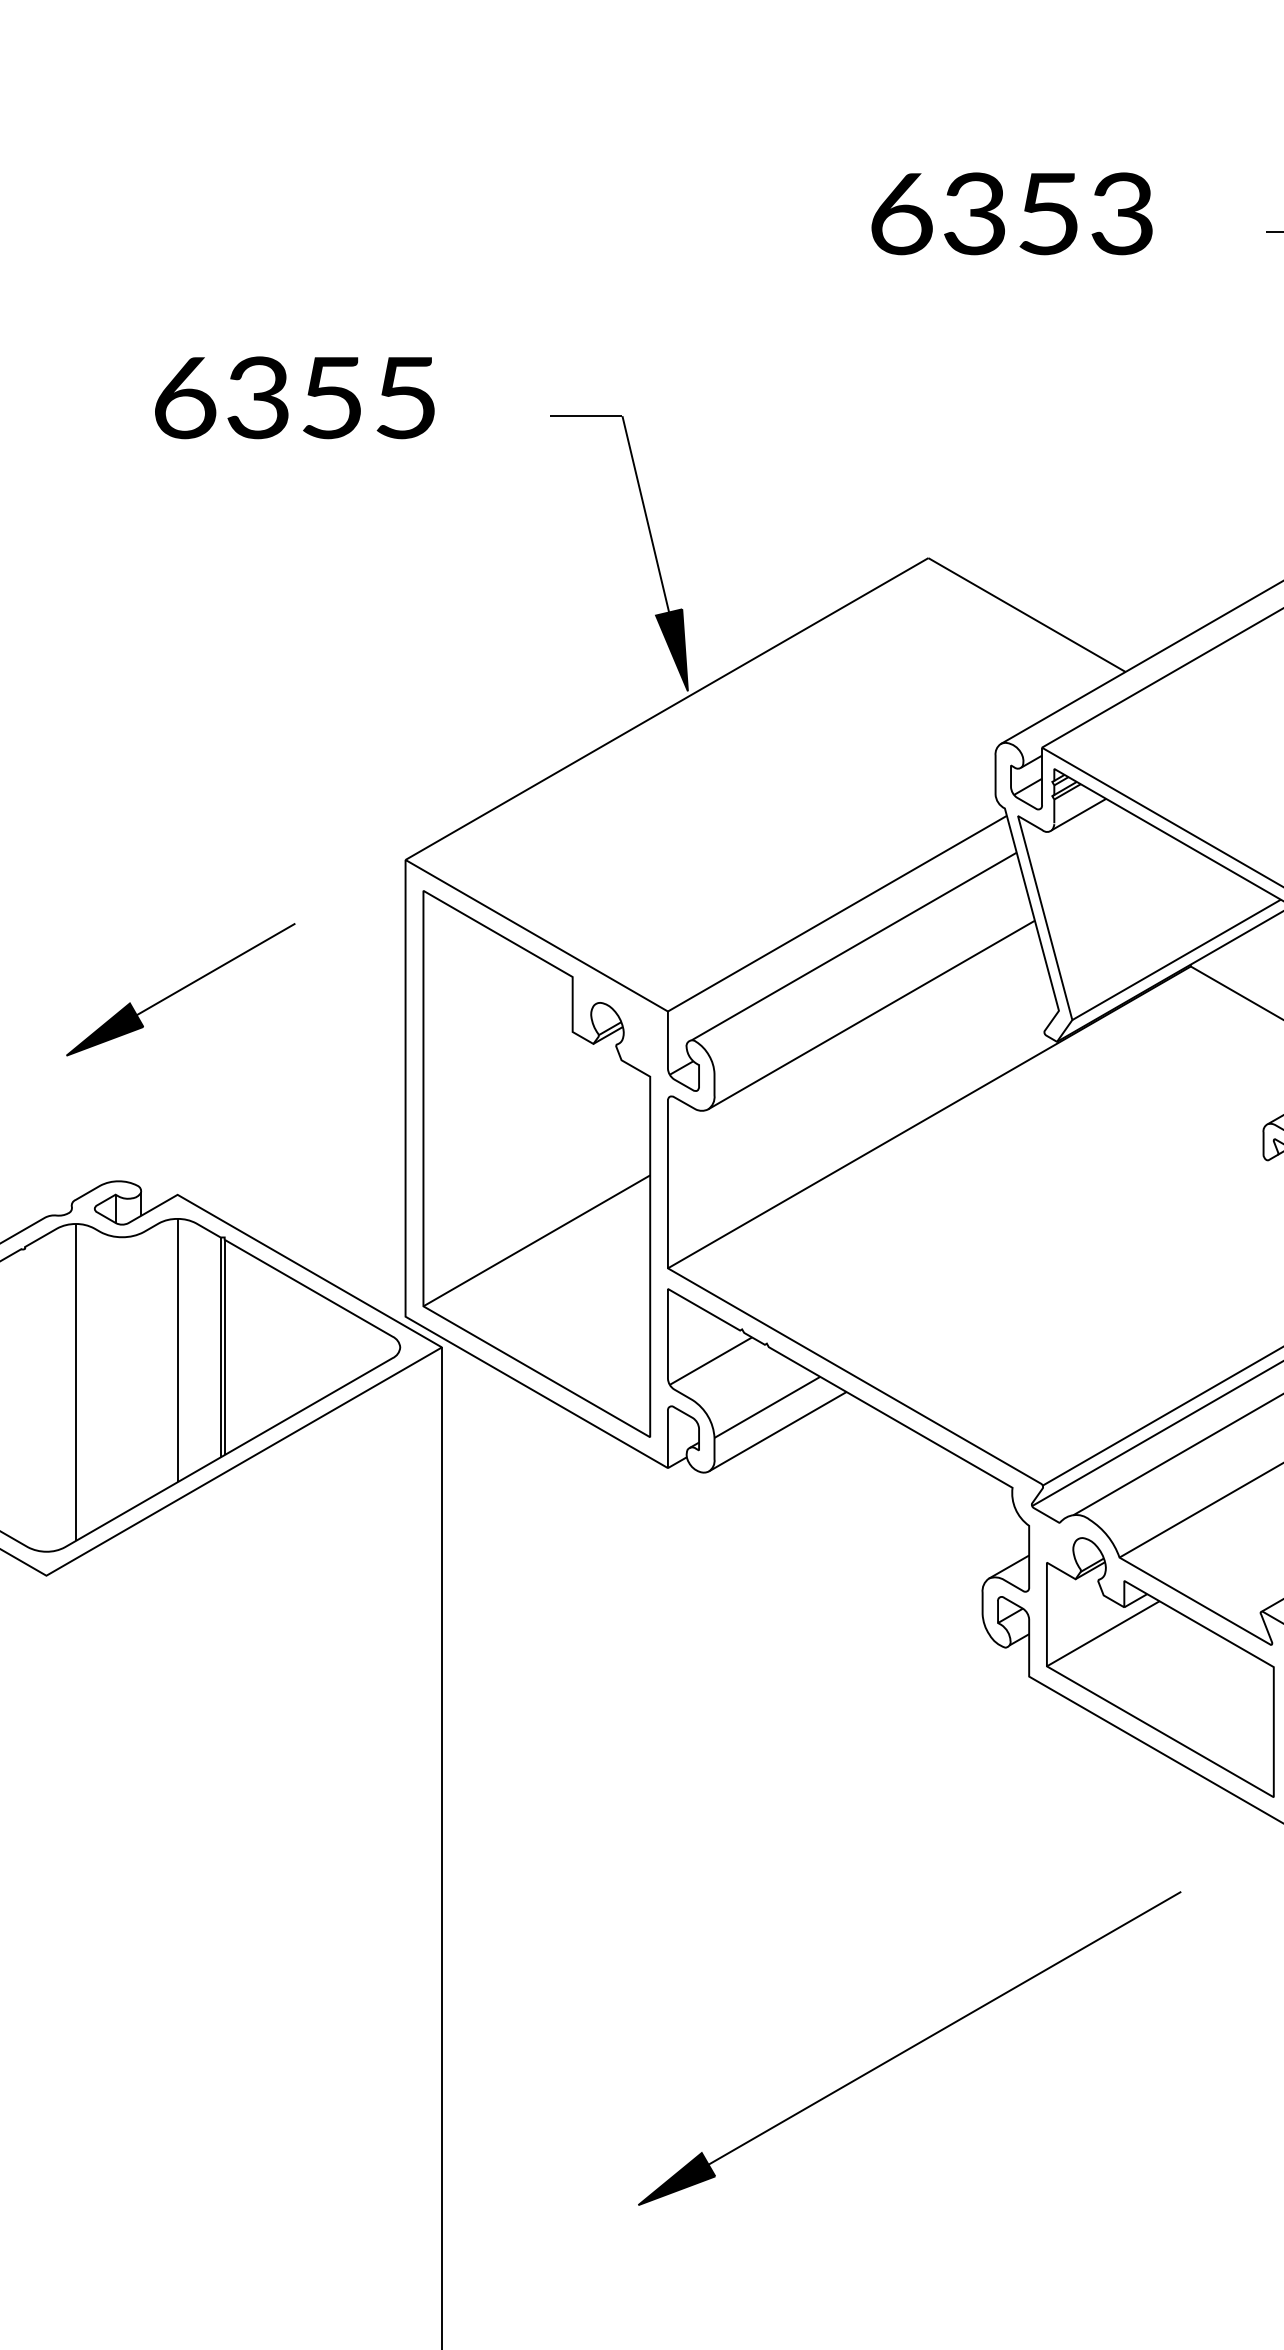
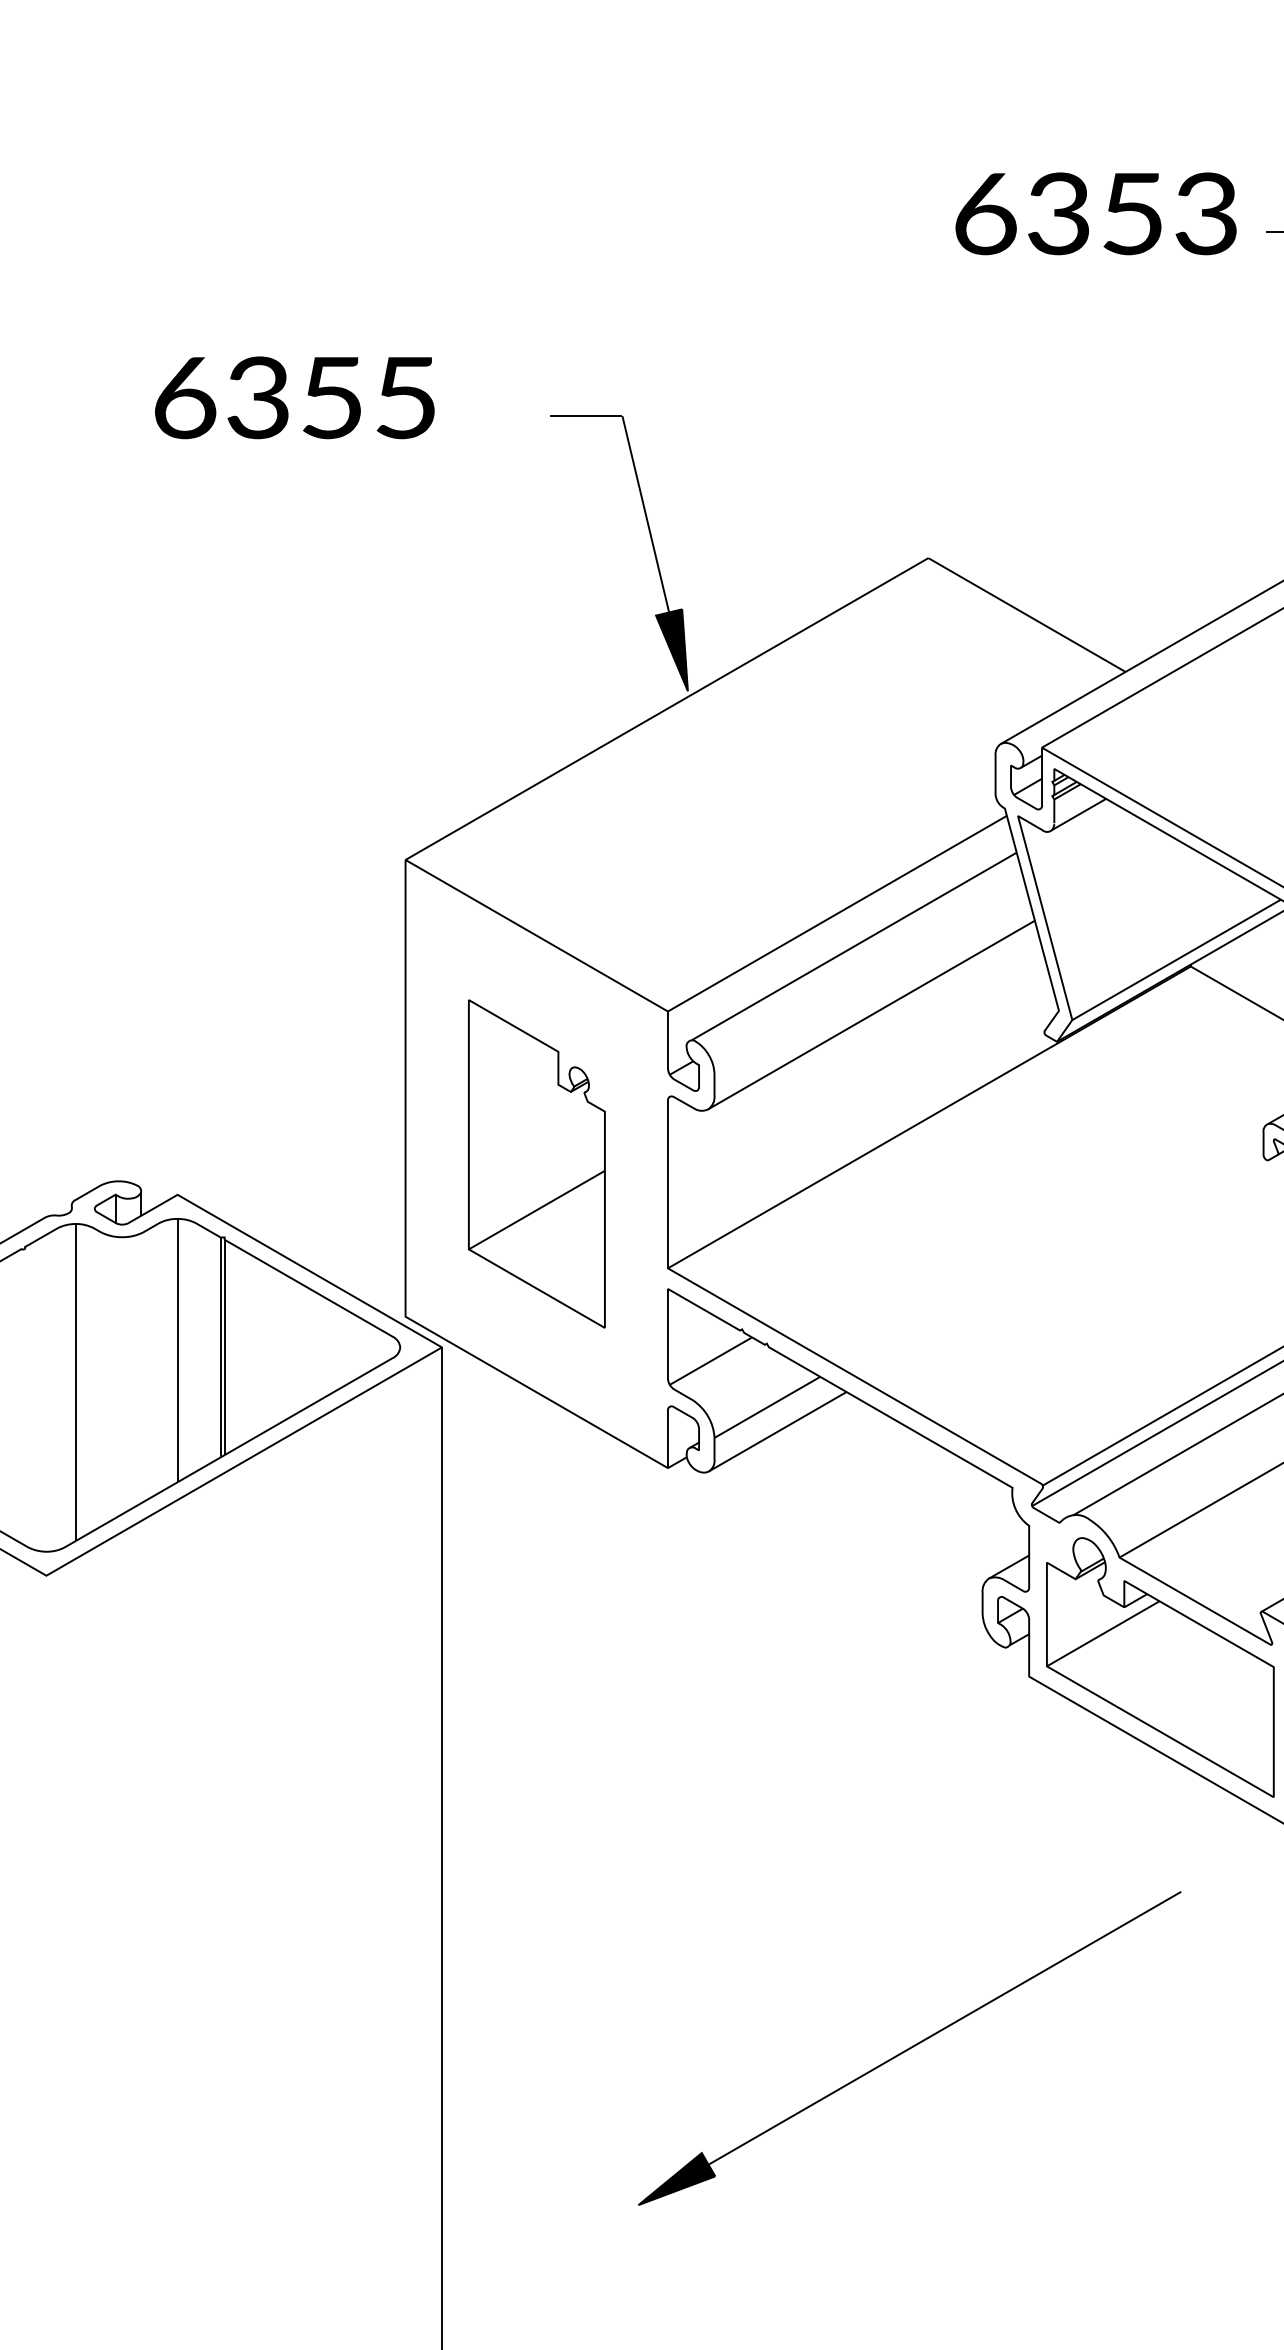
text at (1011, 213) position: (1011, 213) -> (1095, 213)
part at (180, 989): present -> none
part at (536, 1163) size: 230x548 px -> 138x330 px
